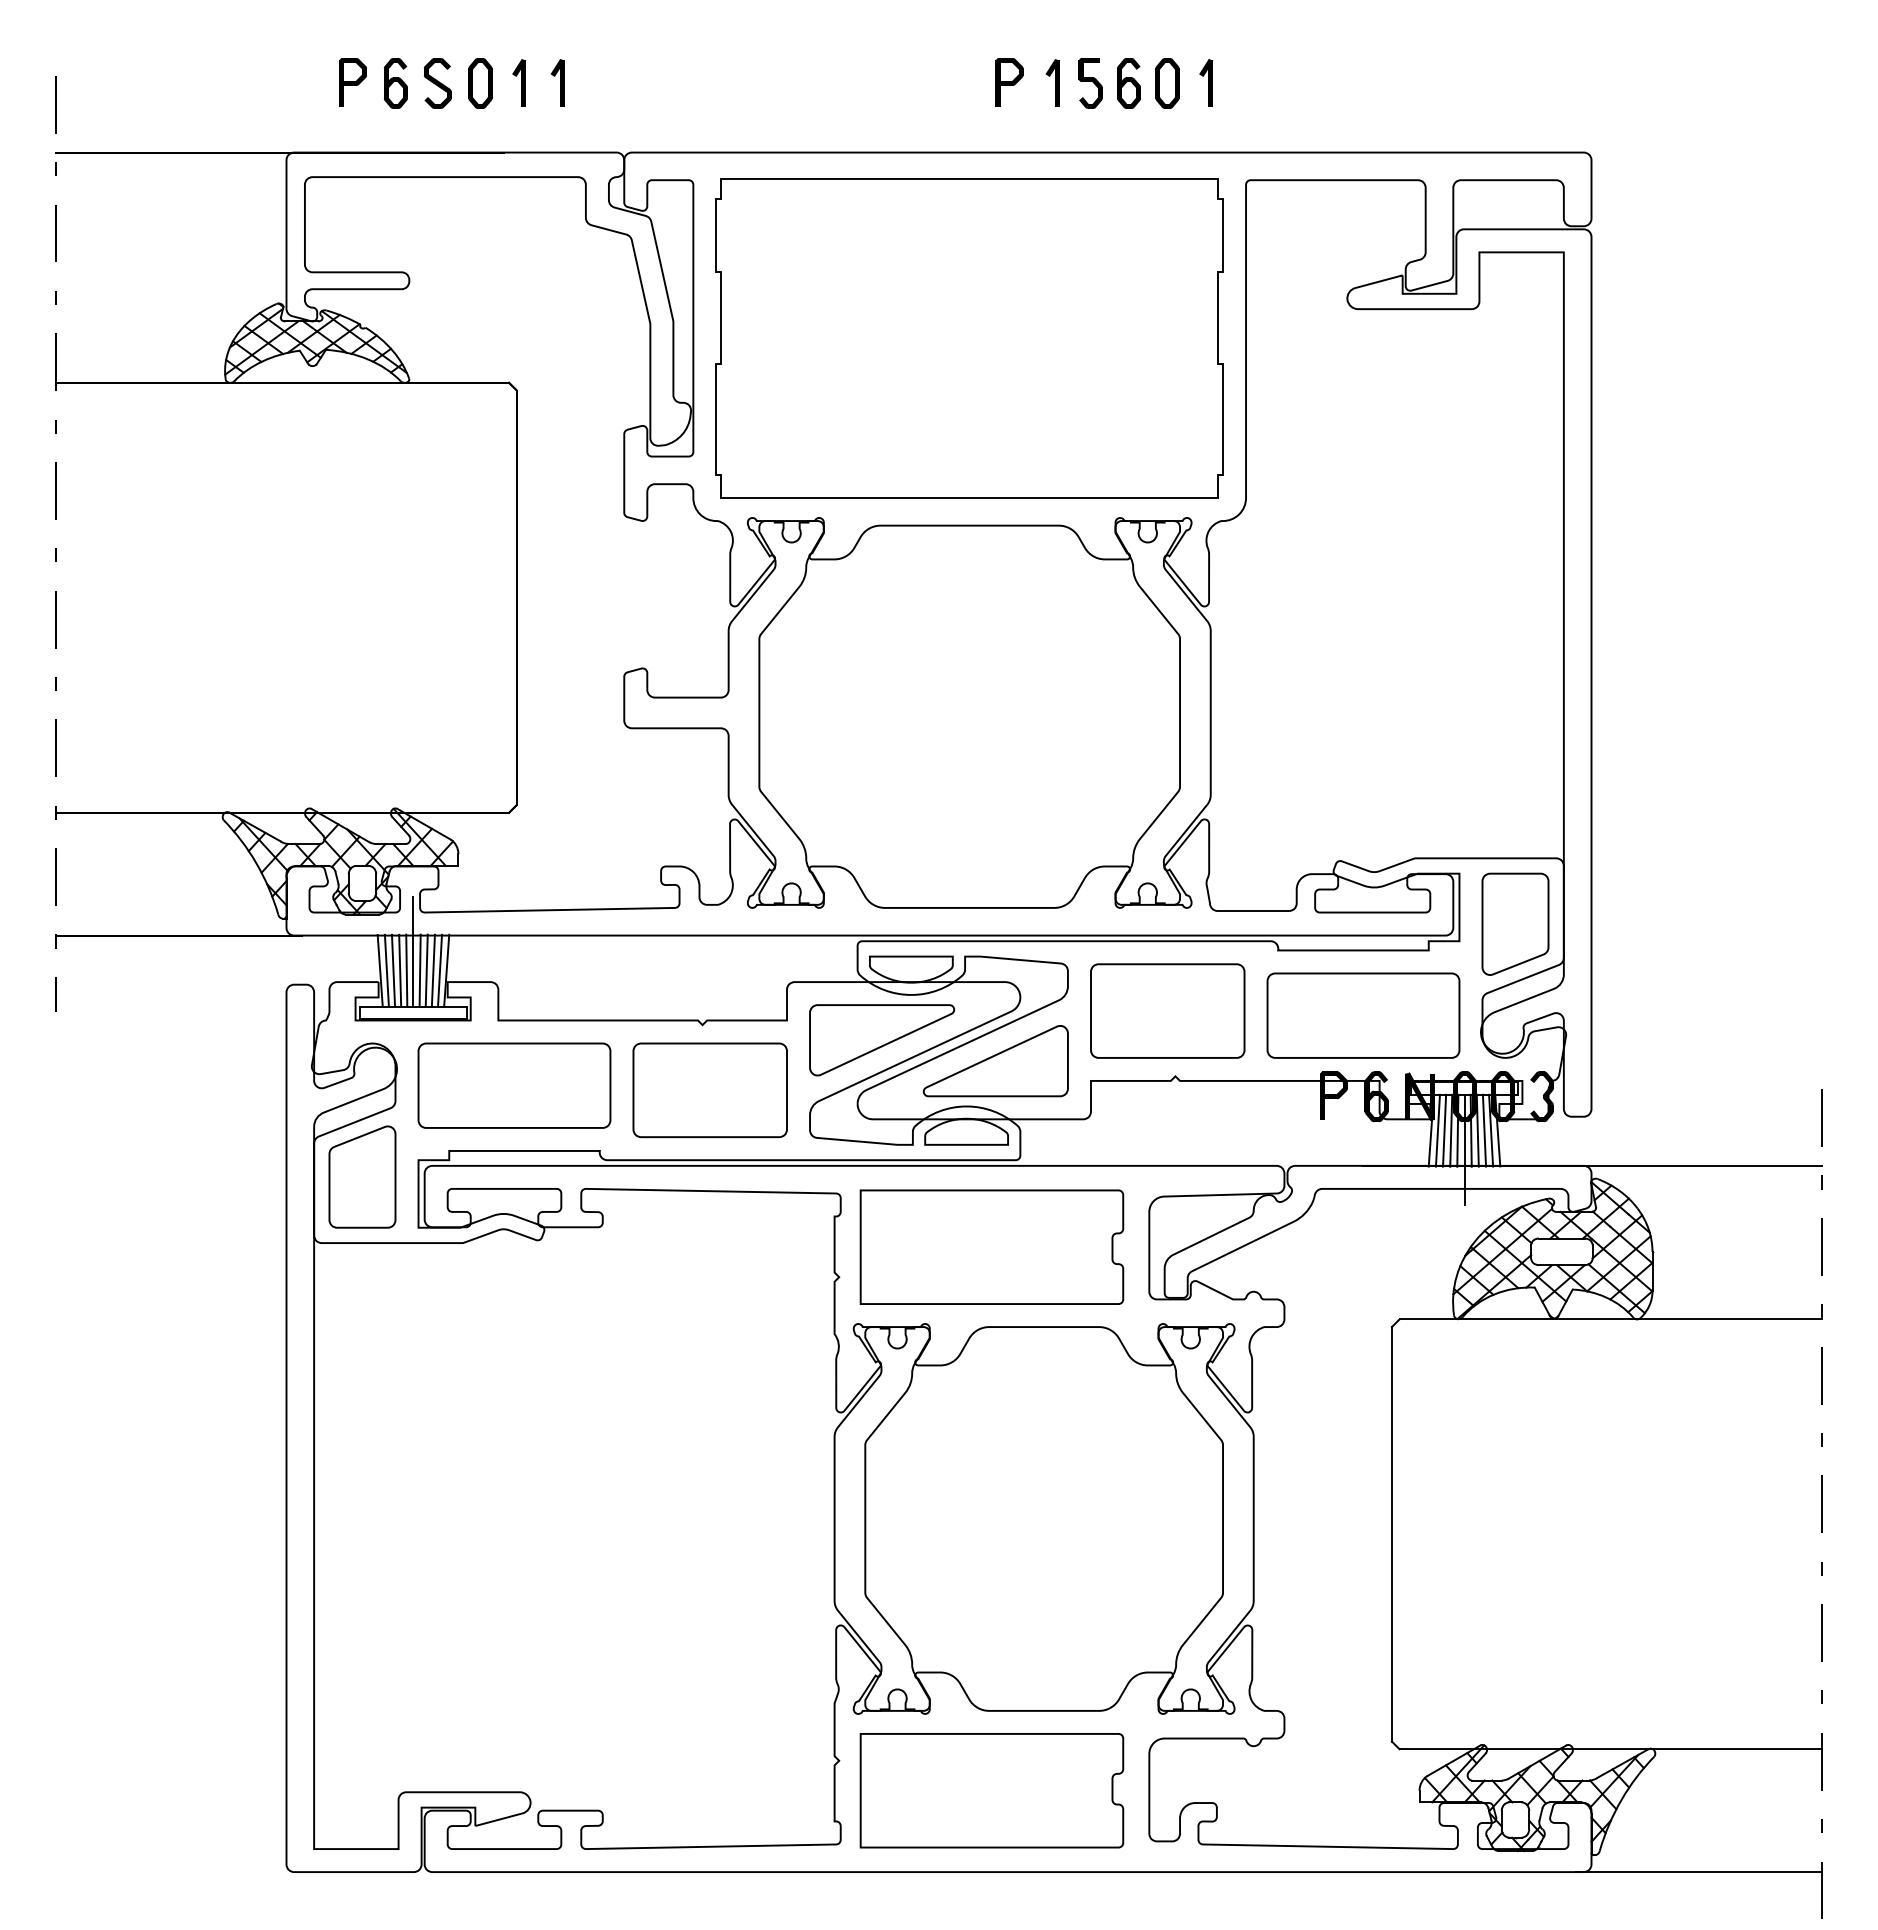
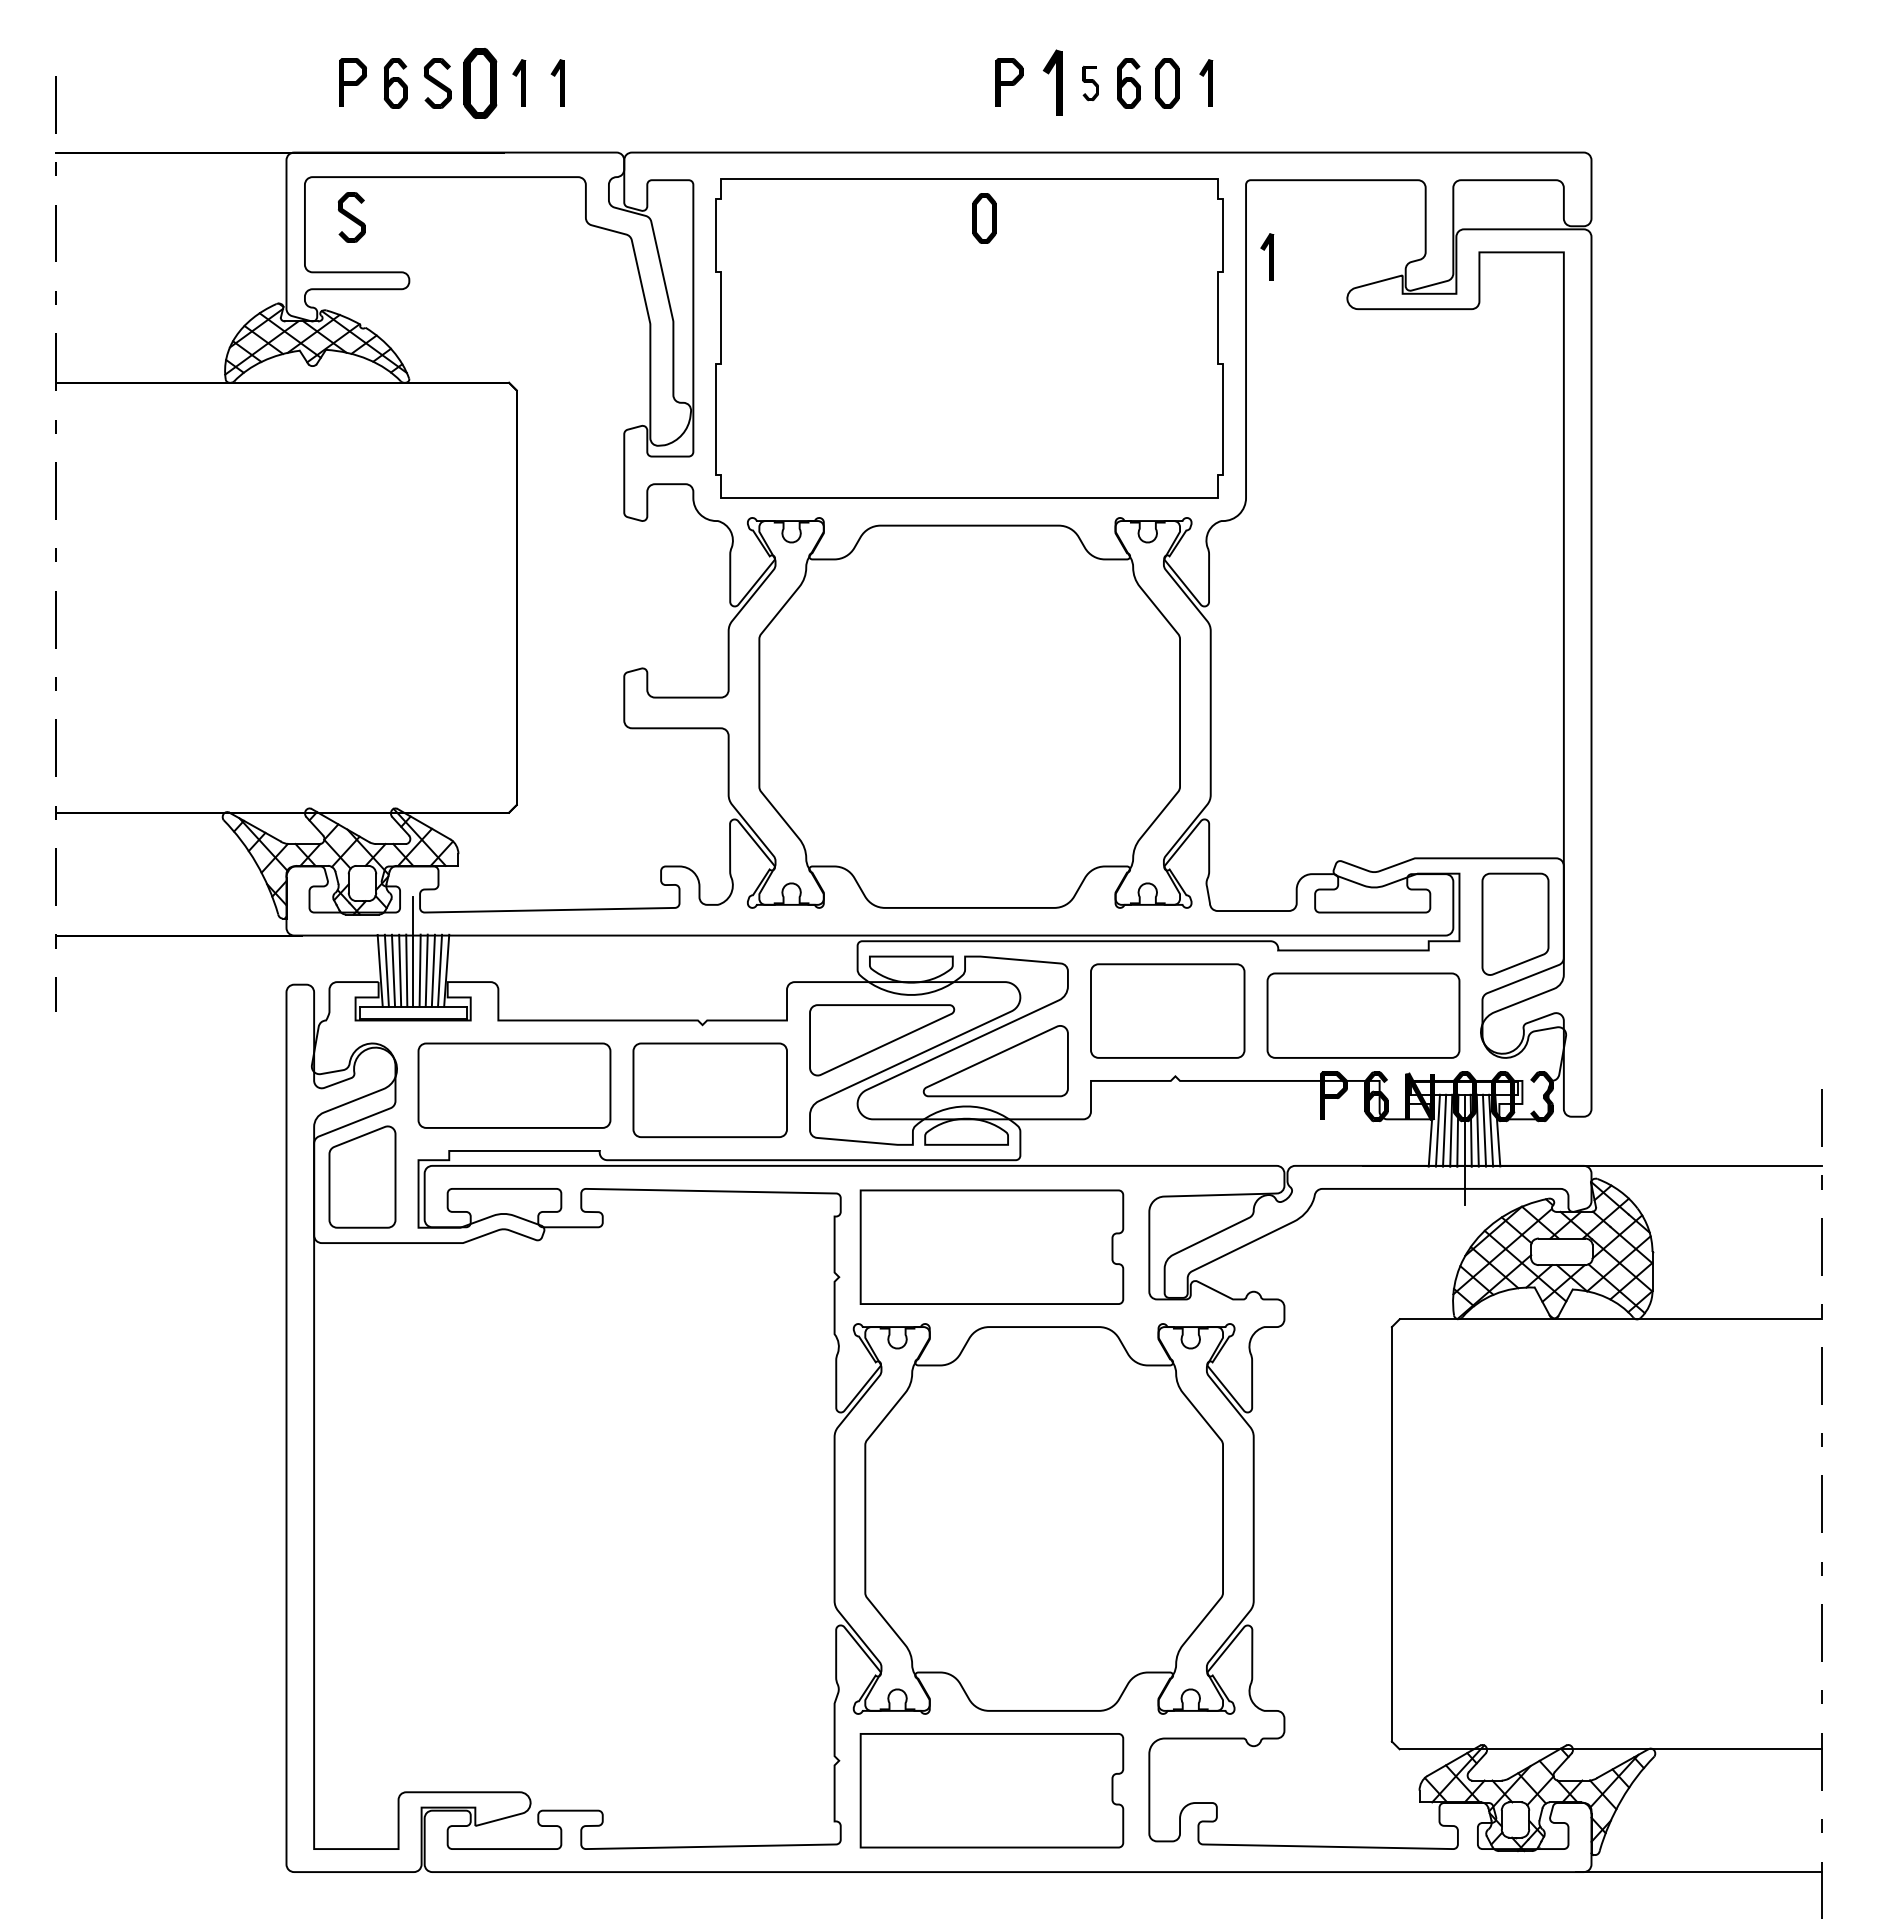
part at (1052, 82) size: 15x48 px -> 21x67 px
part at (480, 83) size: 25x51 px -> 35x71 px
part at (1090, 83) size: 25x51 px -> 17x37 px
part at (351, 217): none -> present
part at (984, 218): none -> present
part at (1267, 256): none -> present
